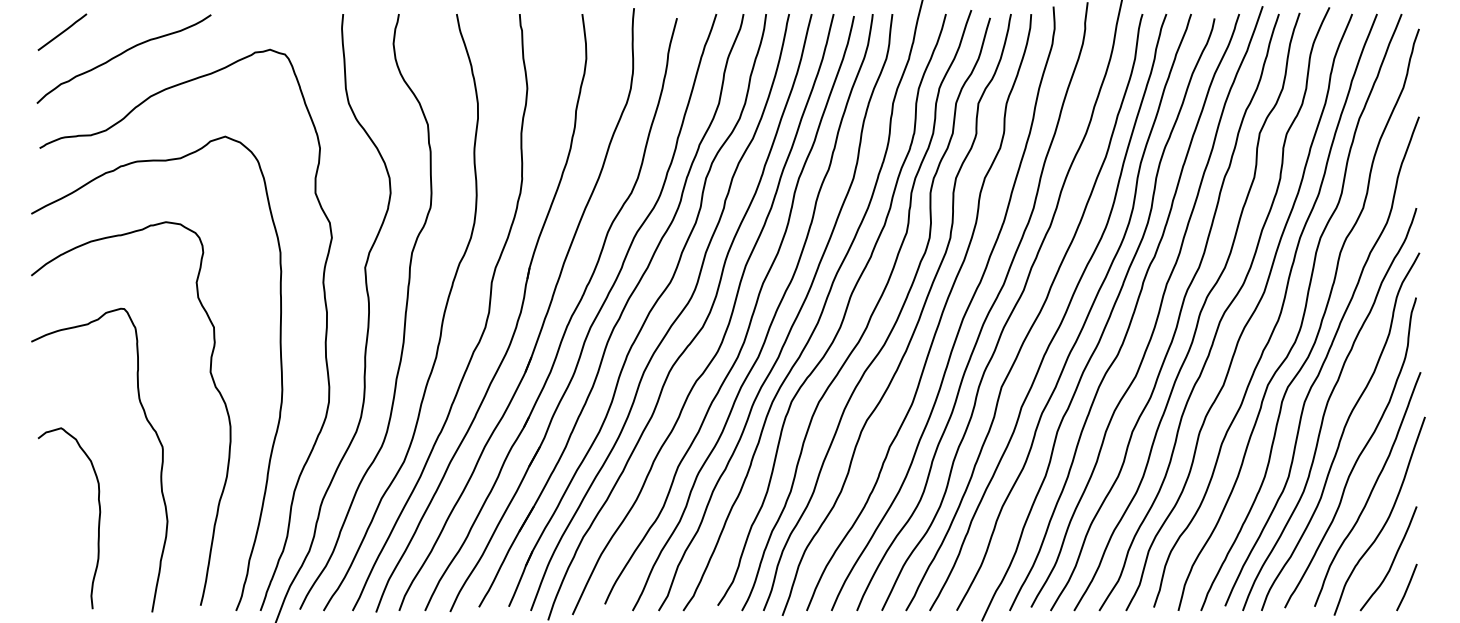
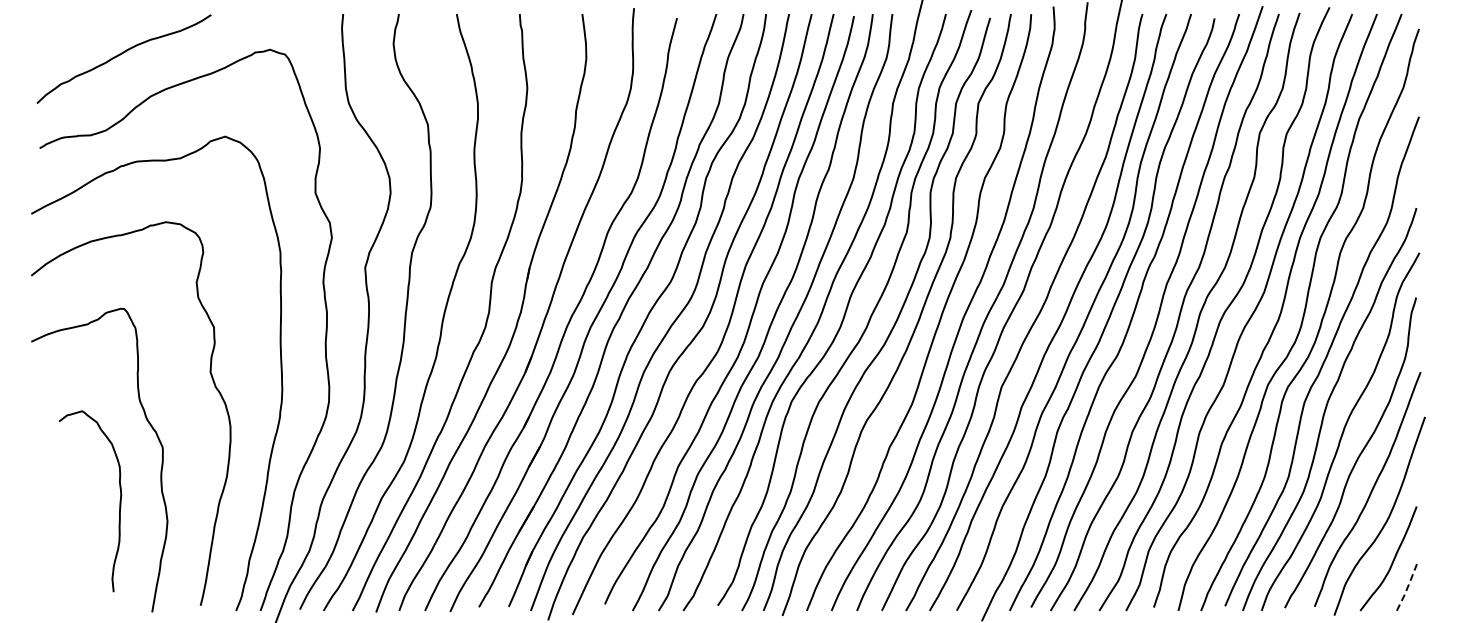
line at (62, 31): present -> none
curve at (98, 518) position: (98, 518) -> (119, 501)
line at (1407, 587): solid -> dashed
